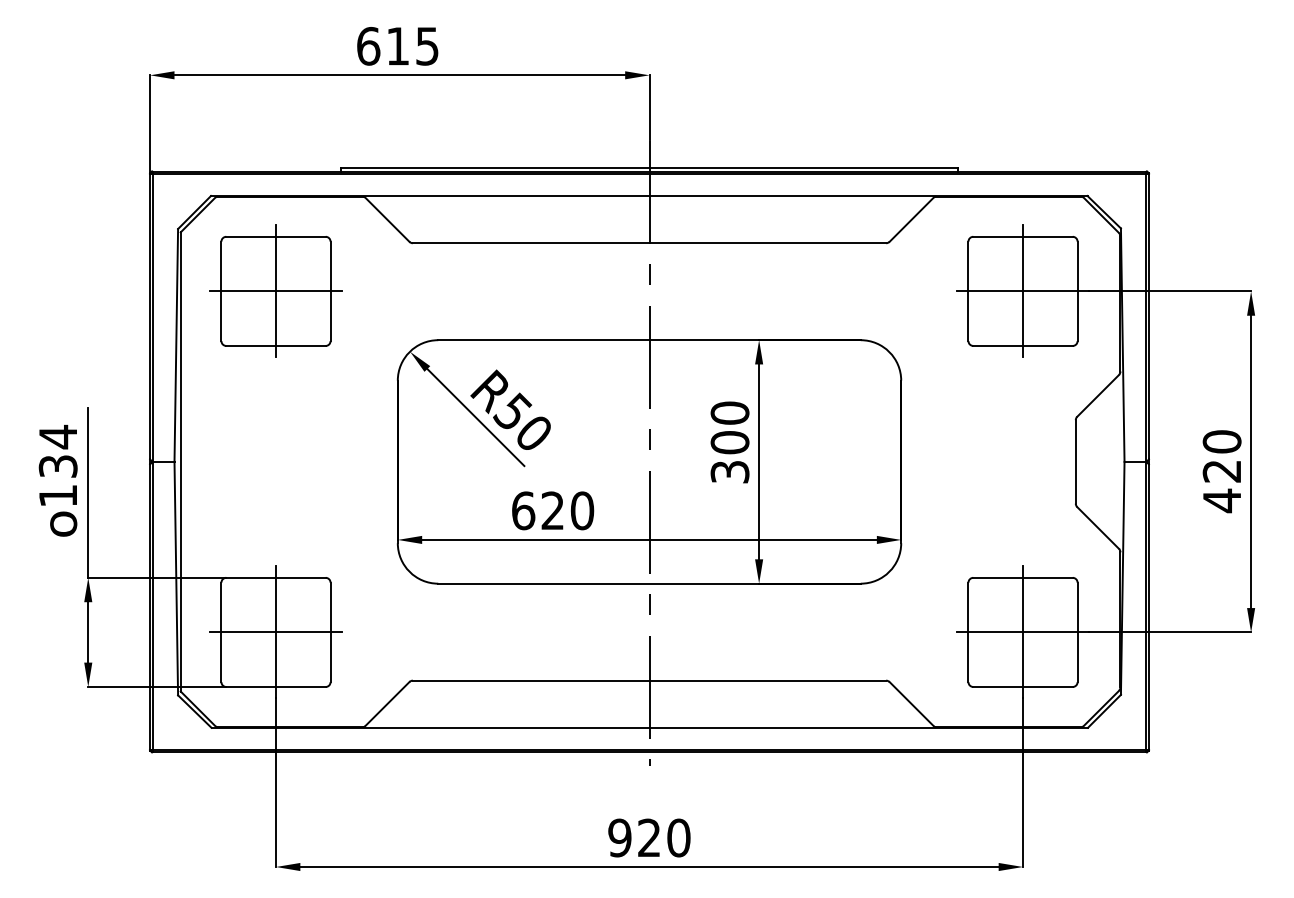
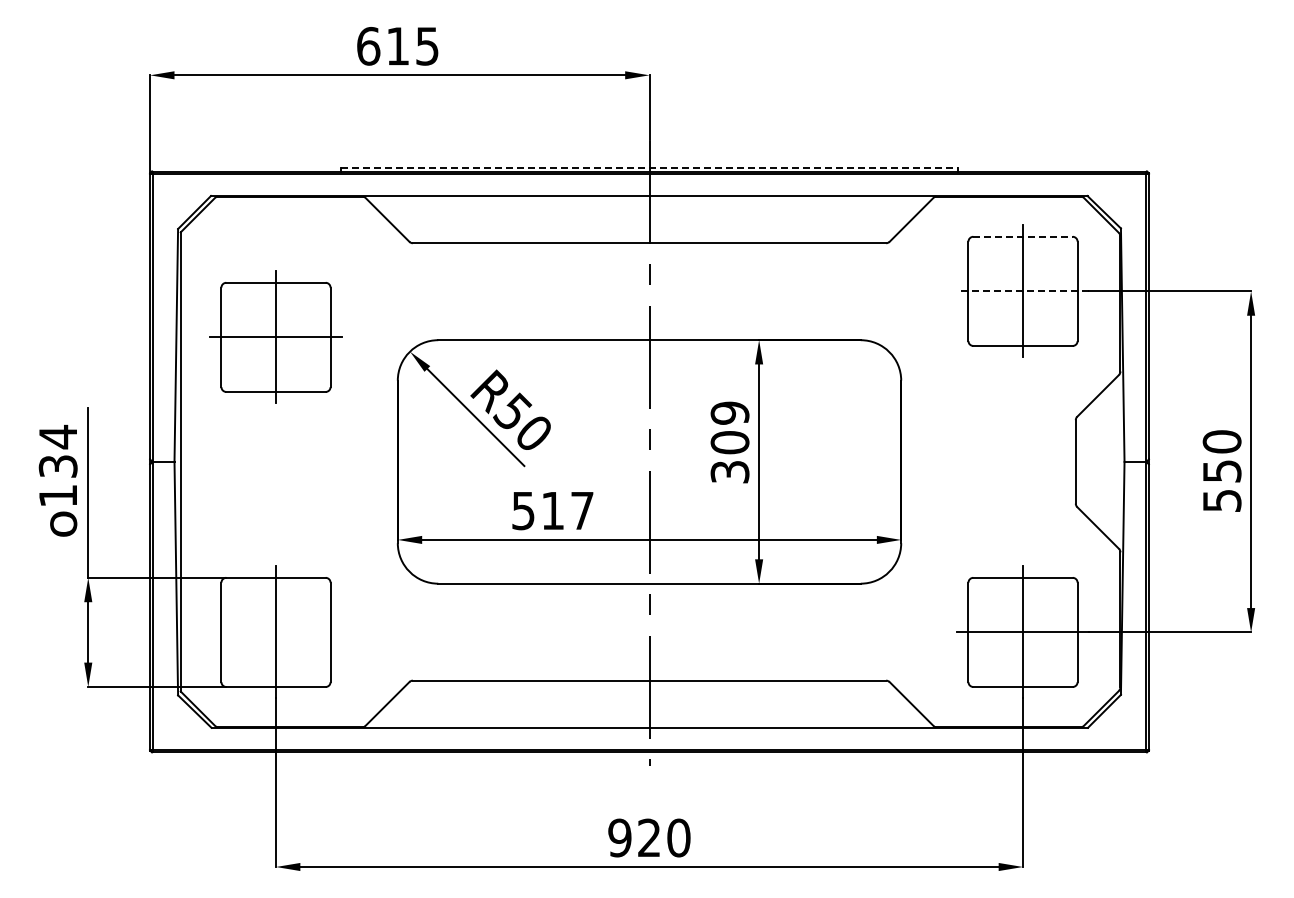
line at (649, 167): solid -> dashed
line at (1023, 236): solid -> dashed
part at (275, 290) position: (275, 290) -> (275, 336)
line at (1023, 291): solid -> dashed
text at (729, 412): 300 -> 309
text at (1221, 486): 420 -> 550
text at (553, 510): 620 -> 517
line at (275, 632): present -> none
